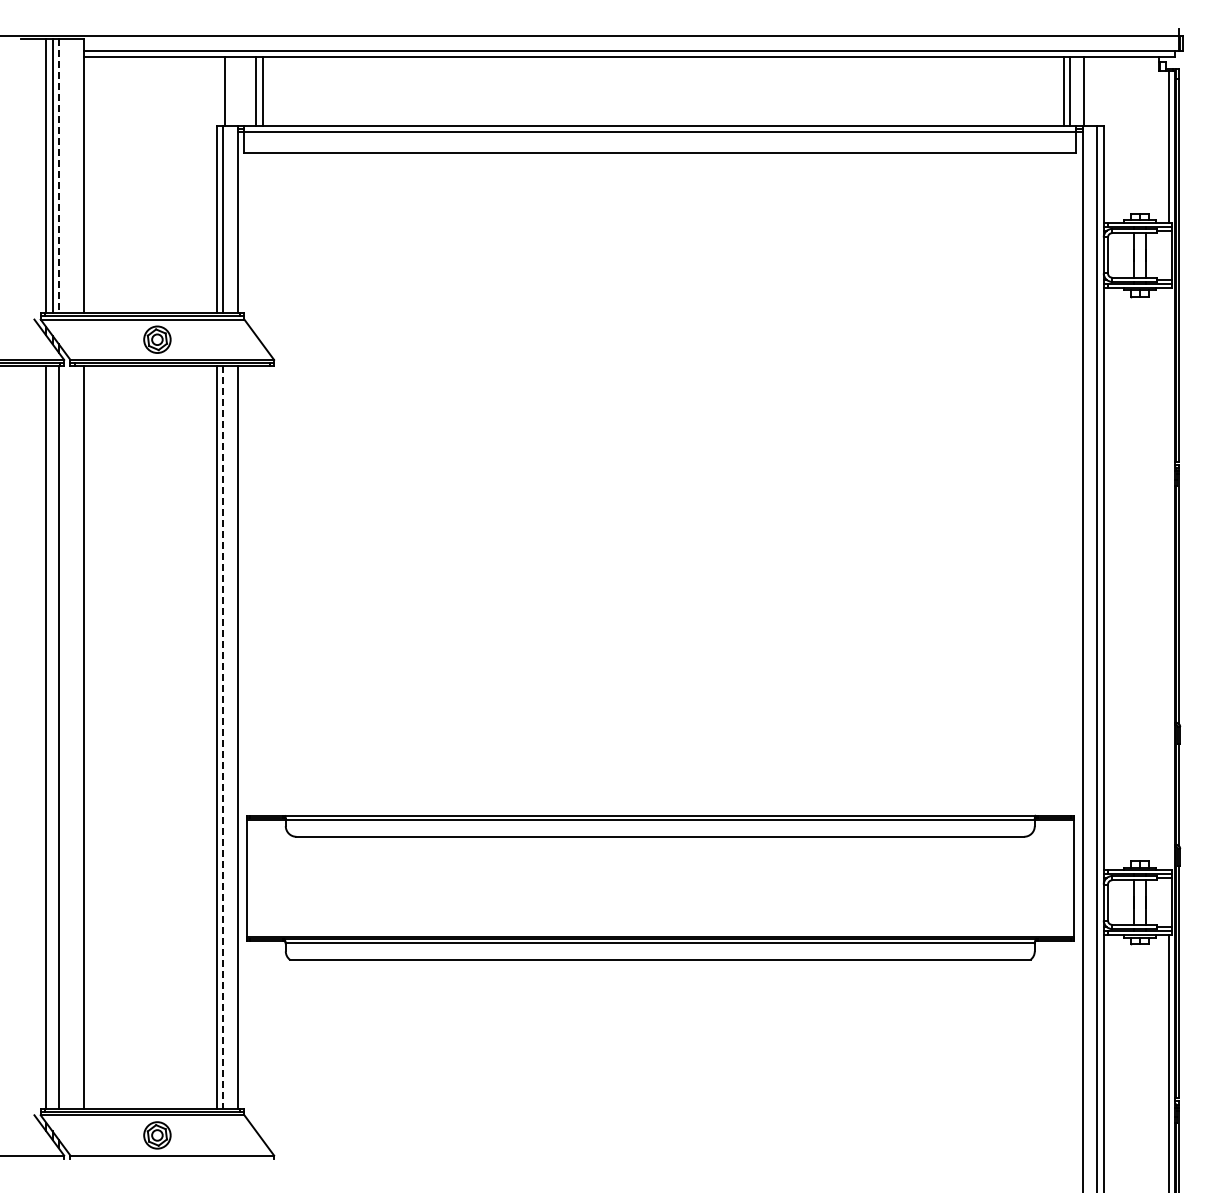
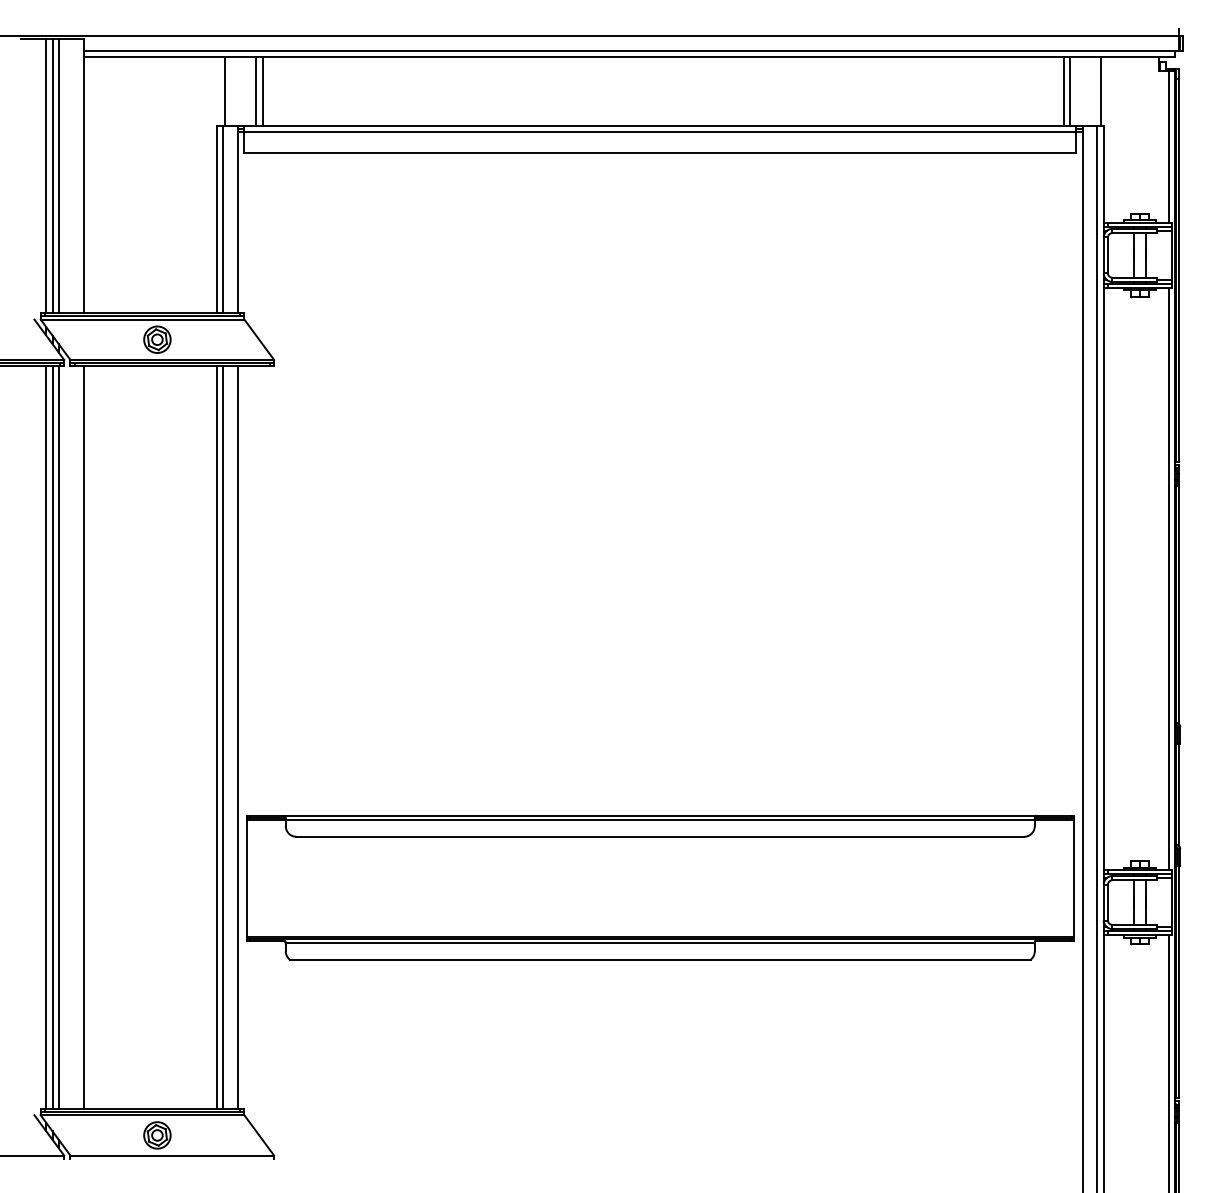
line at (1083, 91) position: (1083, 91) -> (1100, 91)
line at (58, 176): dashed -> solid
line at (1168, 578): none -> present
line at (52, 737): none -> present
line at (223, 738): dashed -> solid
